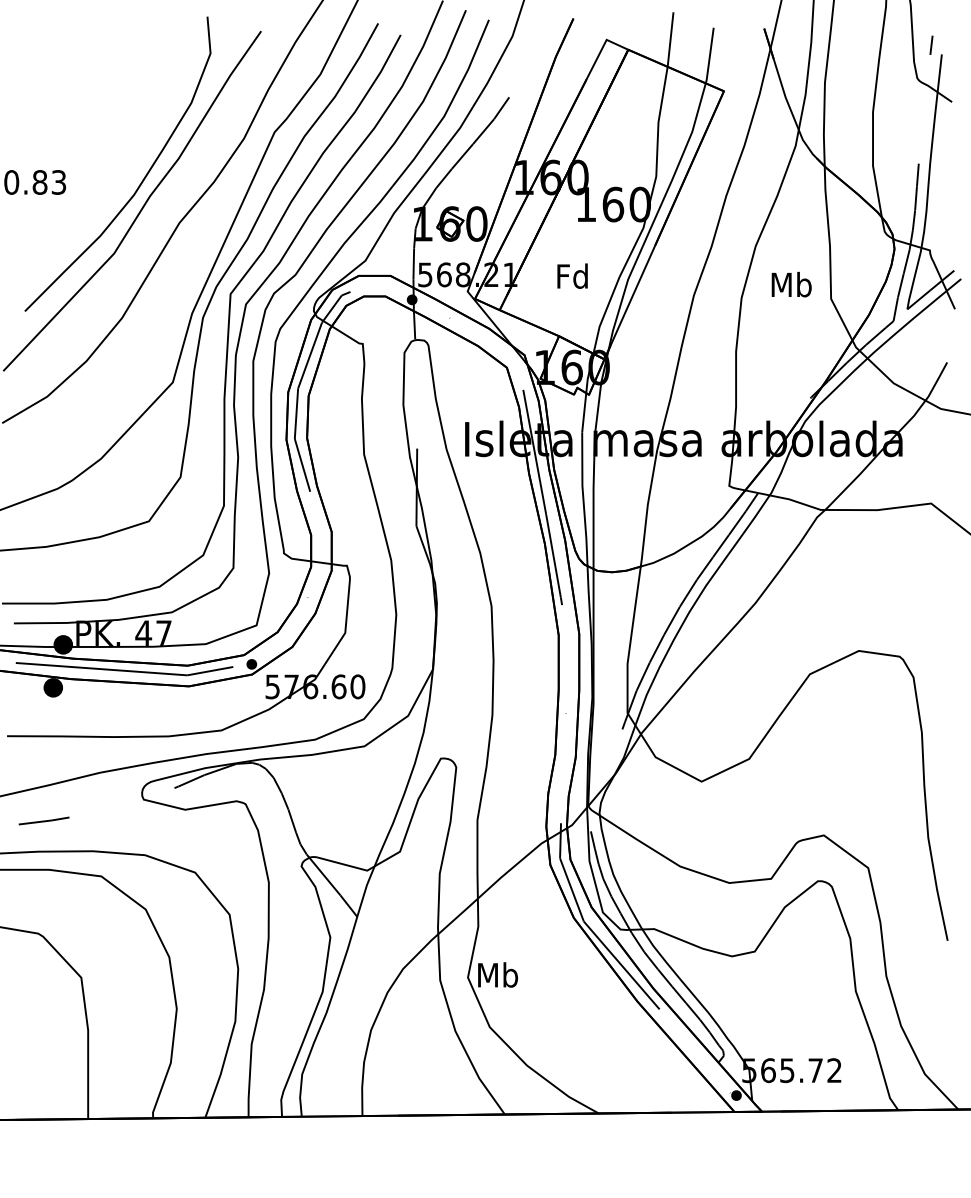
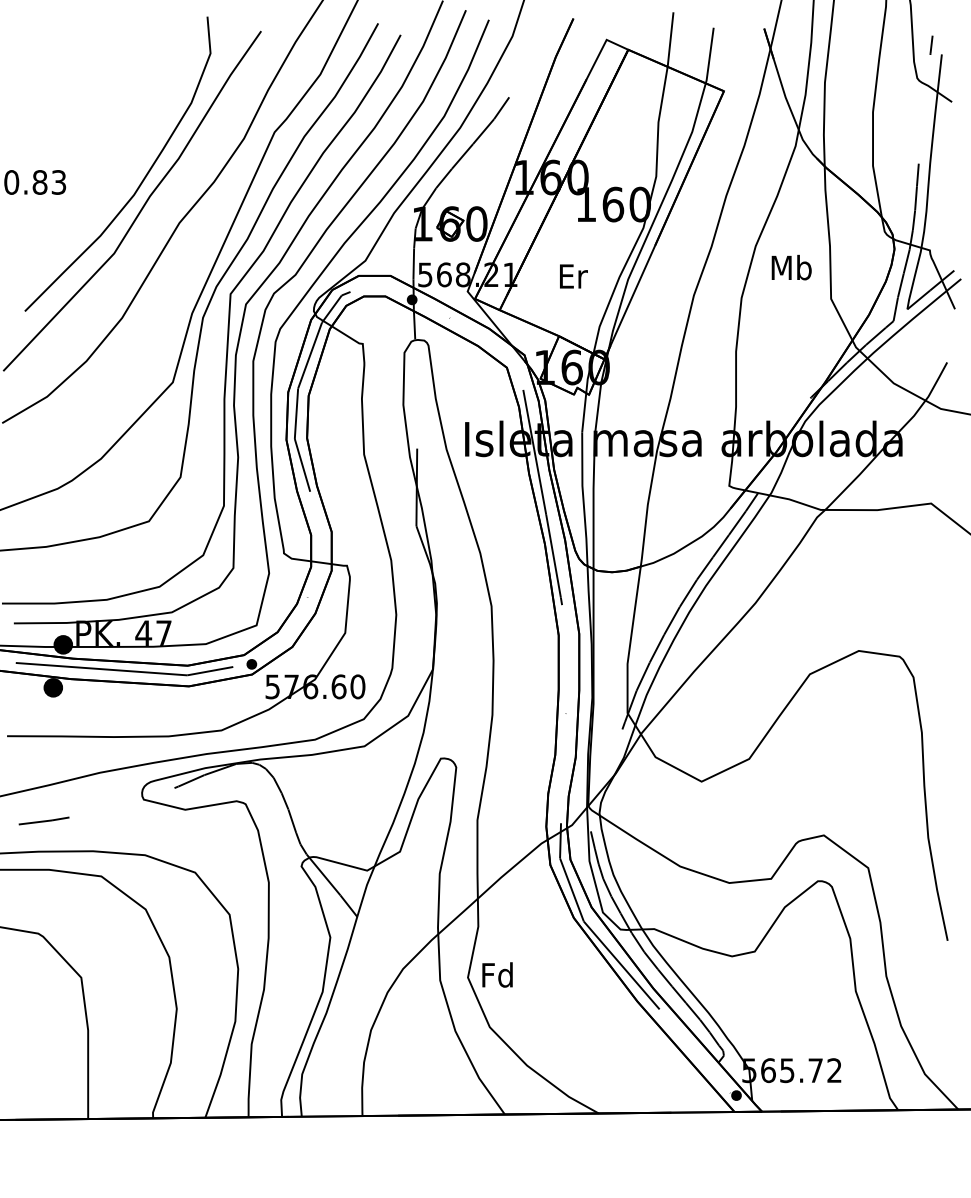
text at (572, 275): Fd -> Er
text at (791, 284) position: (791, 284) -> (791, 267)
text at (498, 974): Mb -> Fd
